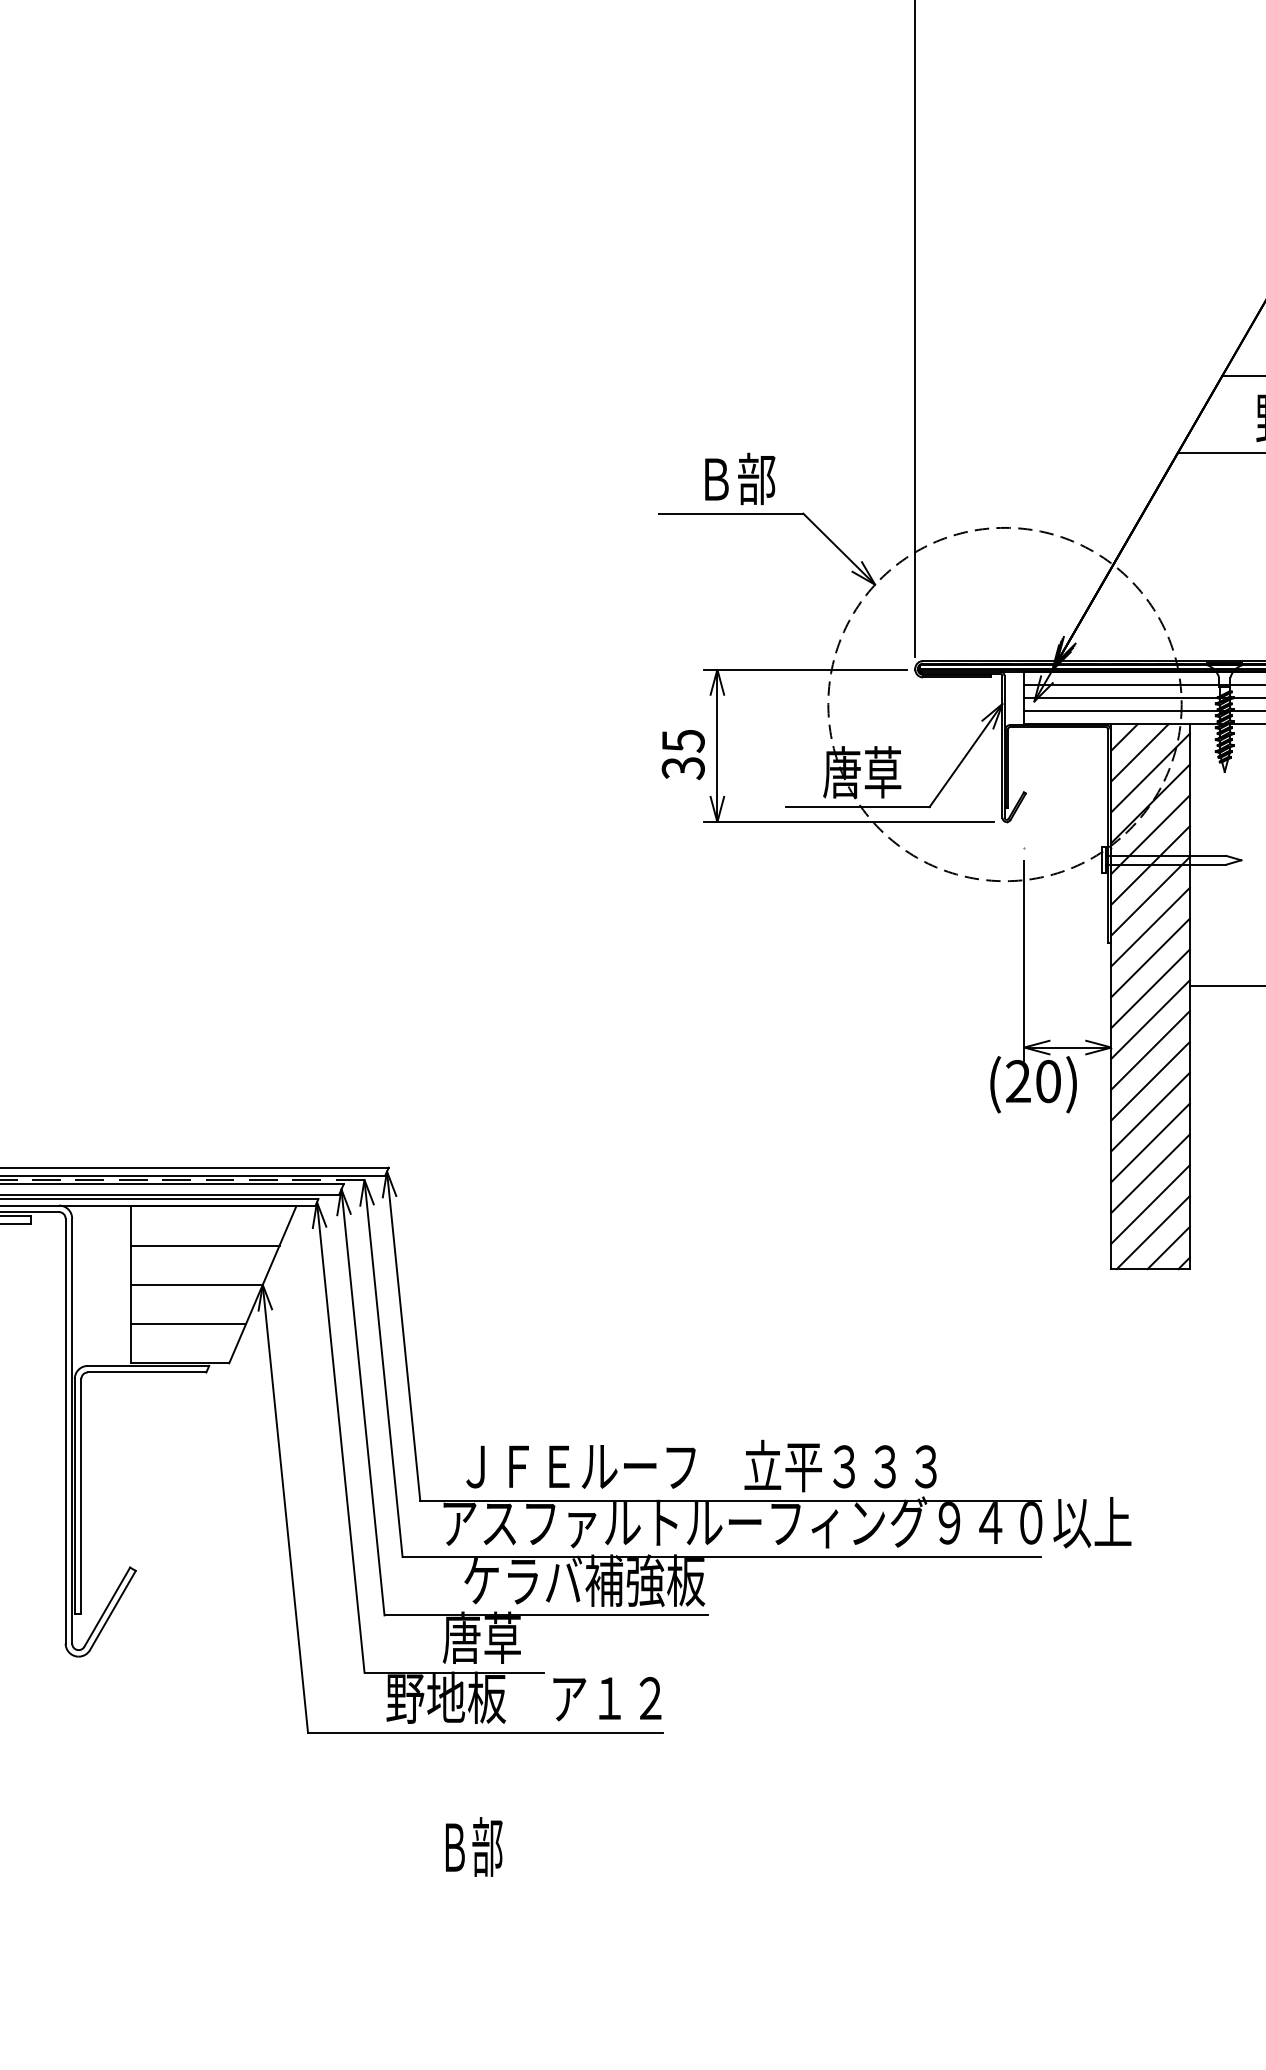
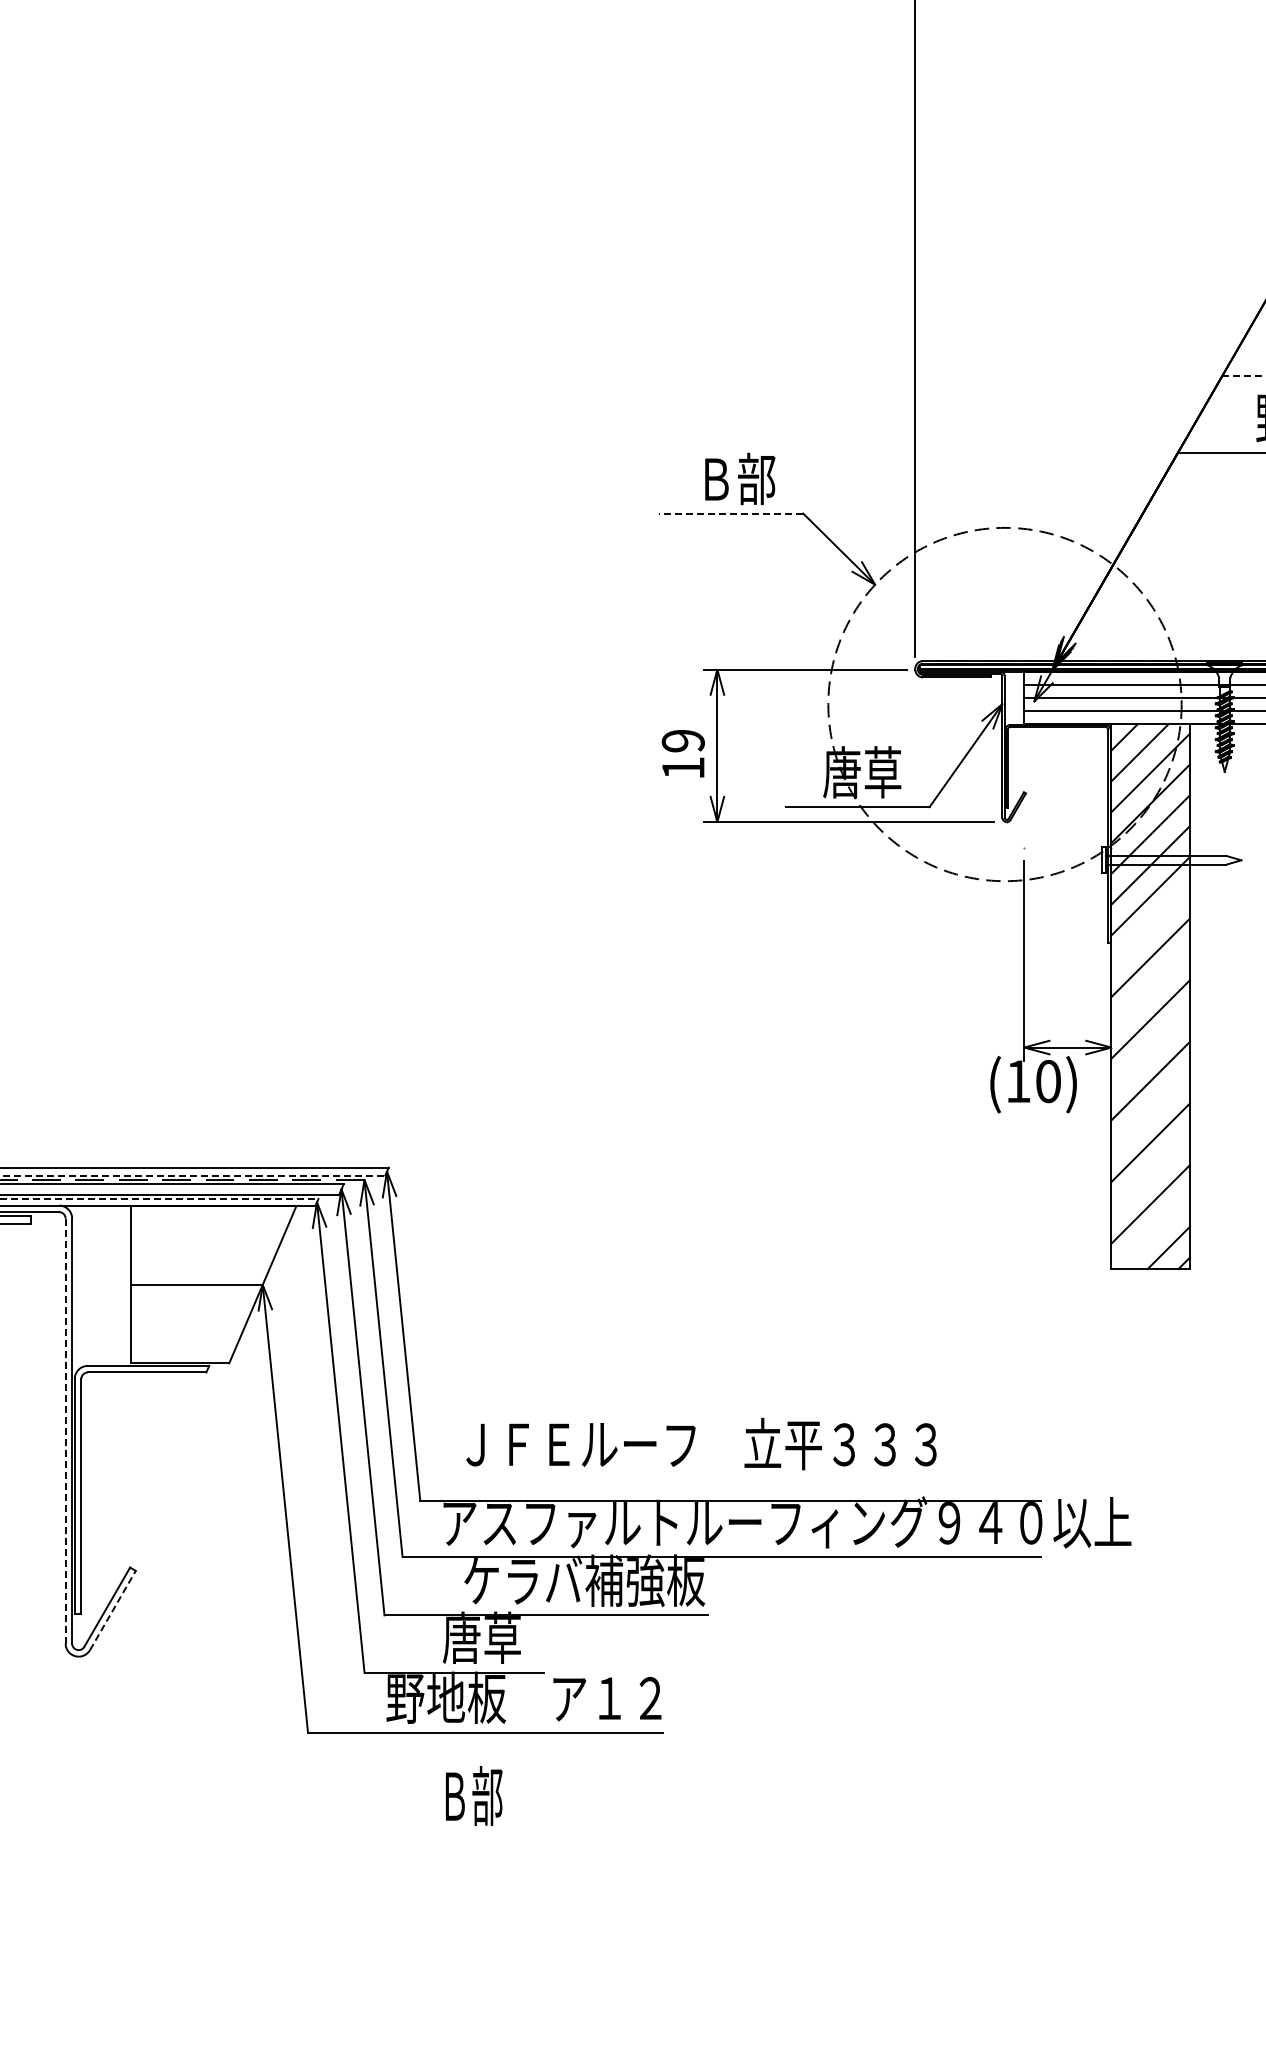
line at (1244, 375): solid -> dashed
line at (731, 513): solid -> dashed
text at (682, 755): 35 -> 19
line at (1150, 926): present -> none
line at (1225, 985): present -> none
line at (1150, 988): present -> none
line at (1150, 1050): present -> none
text at (1018, 1081): (20) -> (10)
line at (1150, 1111): present -> none
line at (1150, 1173): present -> none
line at (193, 1175): solid -> dashed
line at (159, 1199): solid -> dashed
line at (1152, 1232): present -> none
line at (205, 1245): present -> none
line at (188, 1324): present -> none
line at (65, 1431): solid -> dashed
text at (701, 1465) position: (701, 1465) -> (701, 1443)
line at (112, 1610): solid -> dashed
text at (474, 1846) position: (474, 1846) -> (474, 1795)
